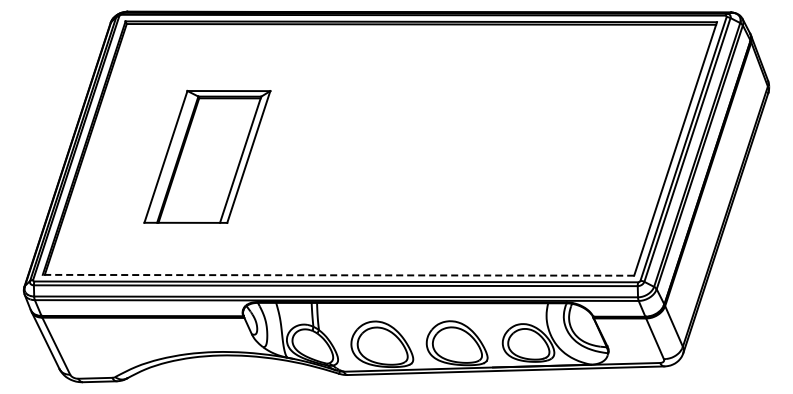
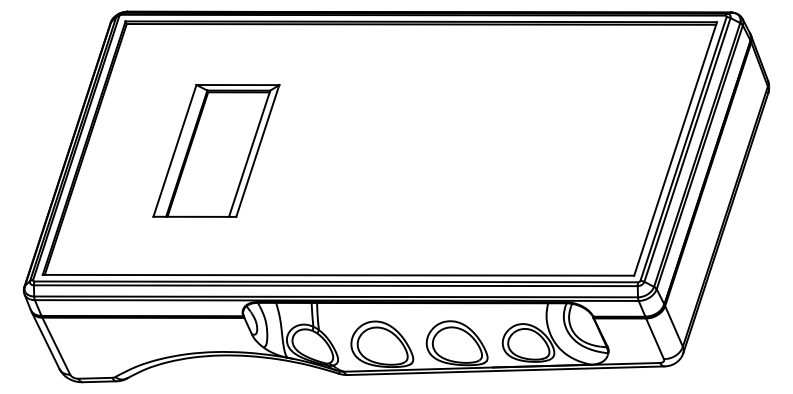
part at (207, 156) position: (207, 156) -> (216, 150)
line at (338, 275): dashed -> solid
